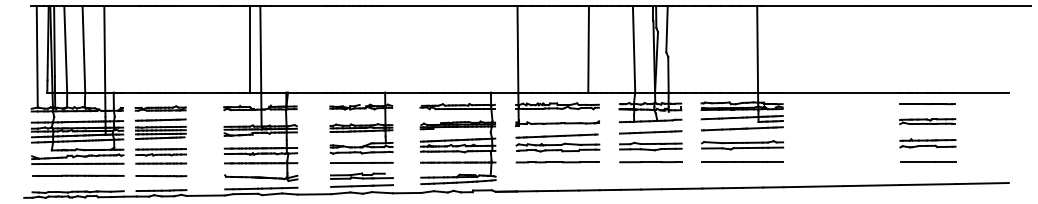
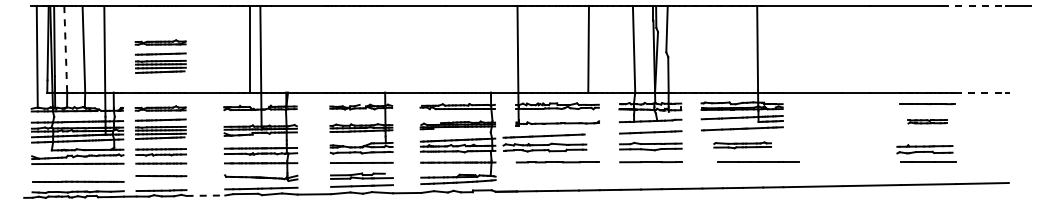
line at (973, 6): solid -> dashed
line at (65, 49): solid -> dashed
part at (160, 56): none -> present
line at (980, 92): solid -> dashed
part at (927, 121) size: 58x8 px -> 41x6 px
part at (557, 142) position: (557, 142) -> (544, 142)
part at (927, 143) position: (927, 143) -> (924, 149)
part at (742, 145) size: 84x11 px -> 59x9 px
line at (742, 161) position: (742, 161) -> (758, 161)
line at (78, 175) position: (78, 175) -> (78, 181)
line at (206, 195): solid -> dashed
